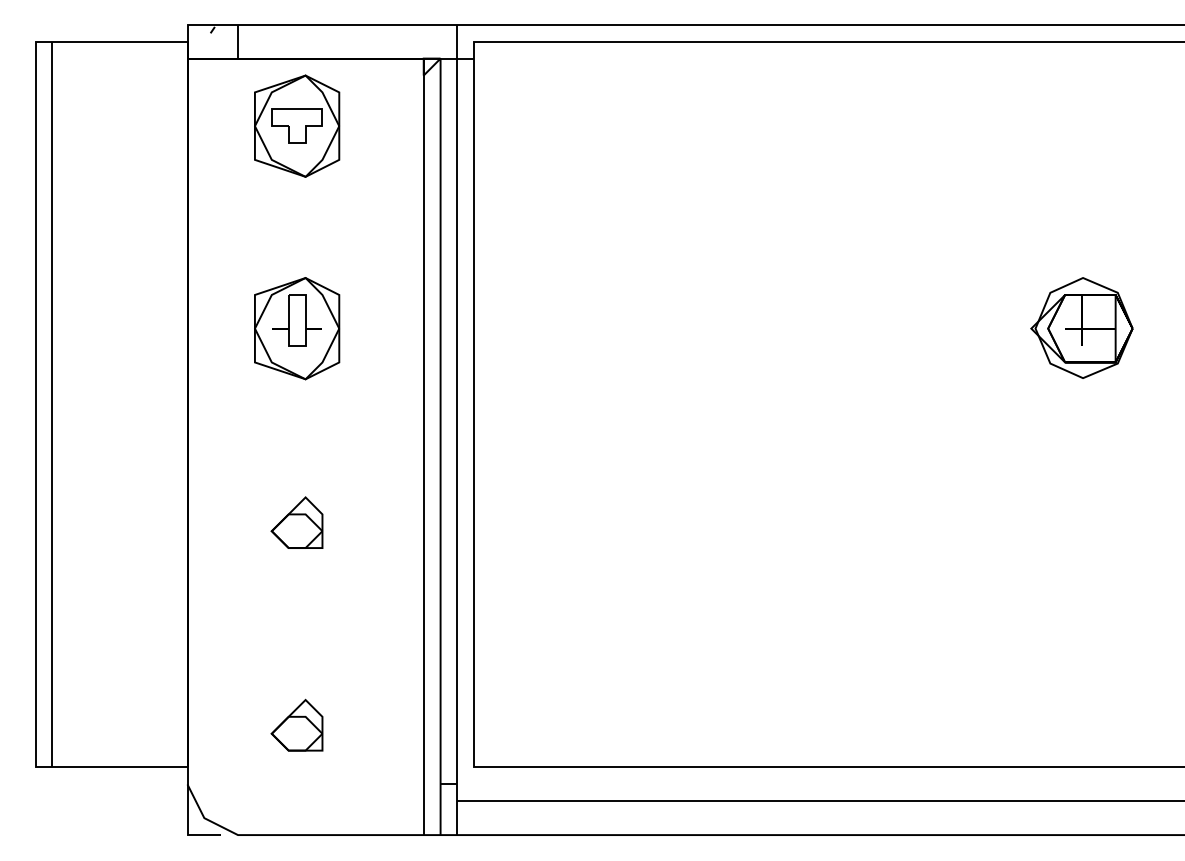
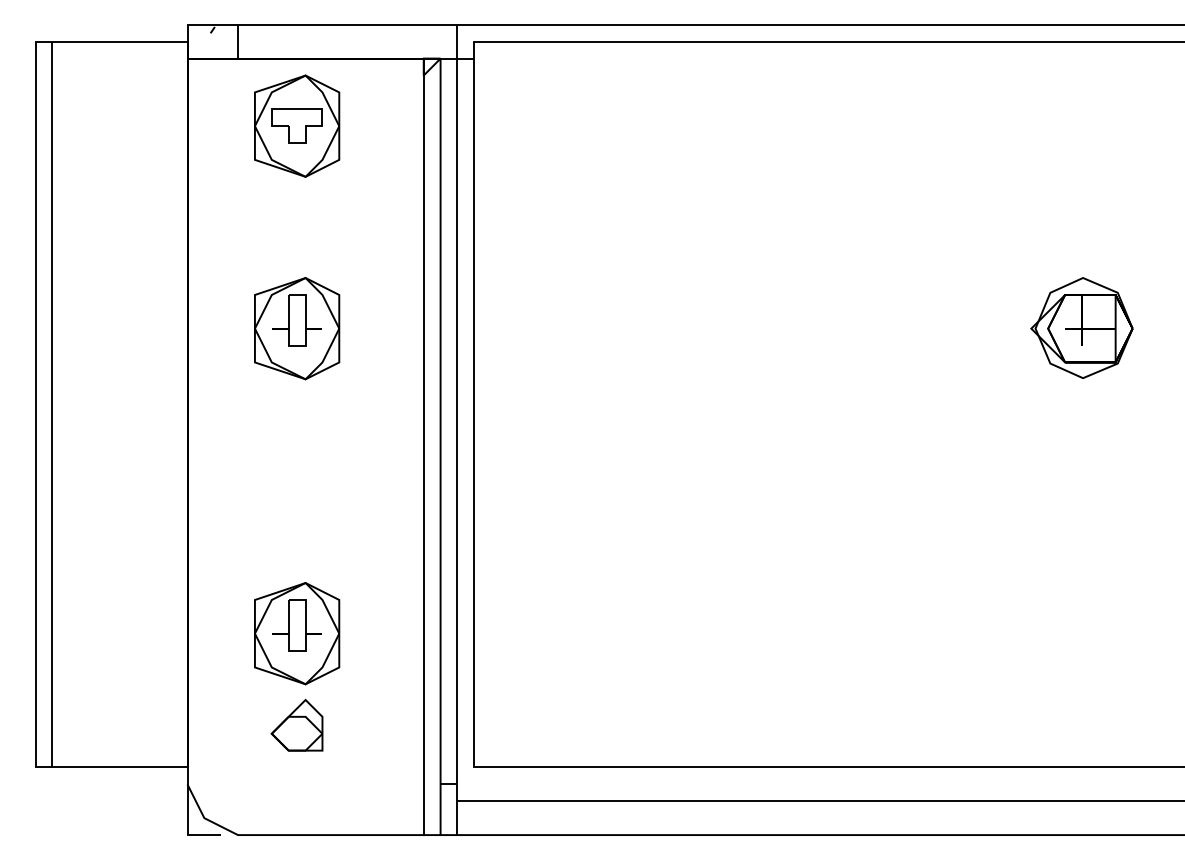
part at (296, 522): present -> none
part at (297, 633): none -> present
